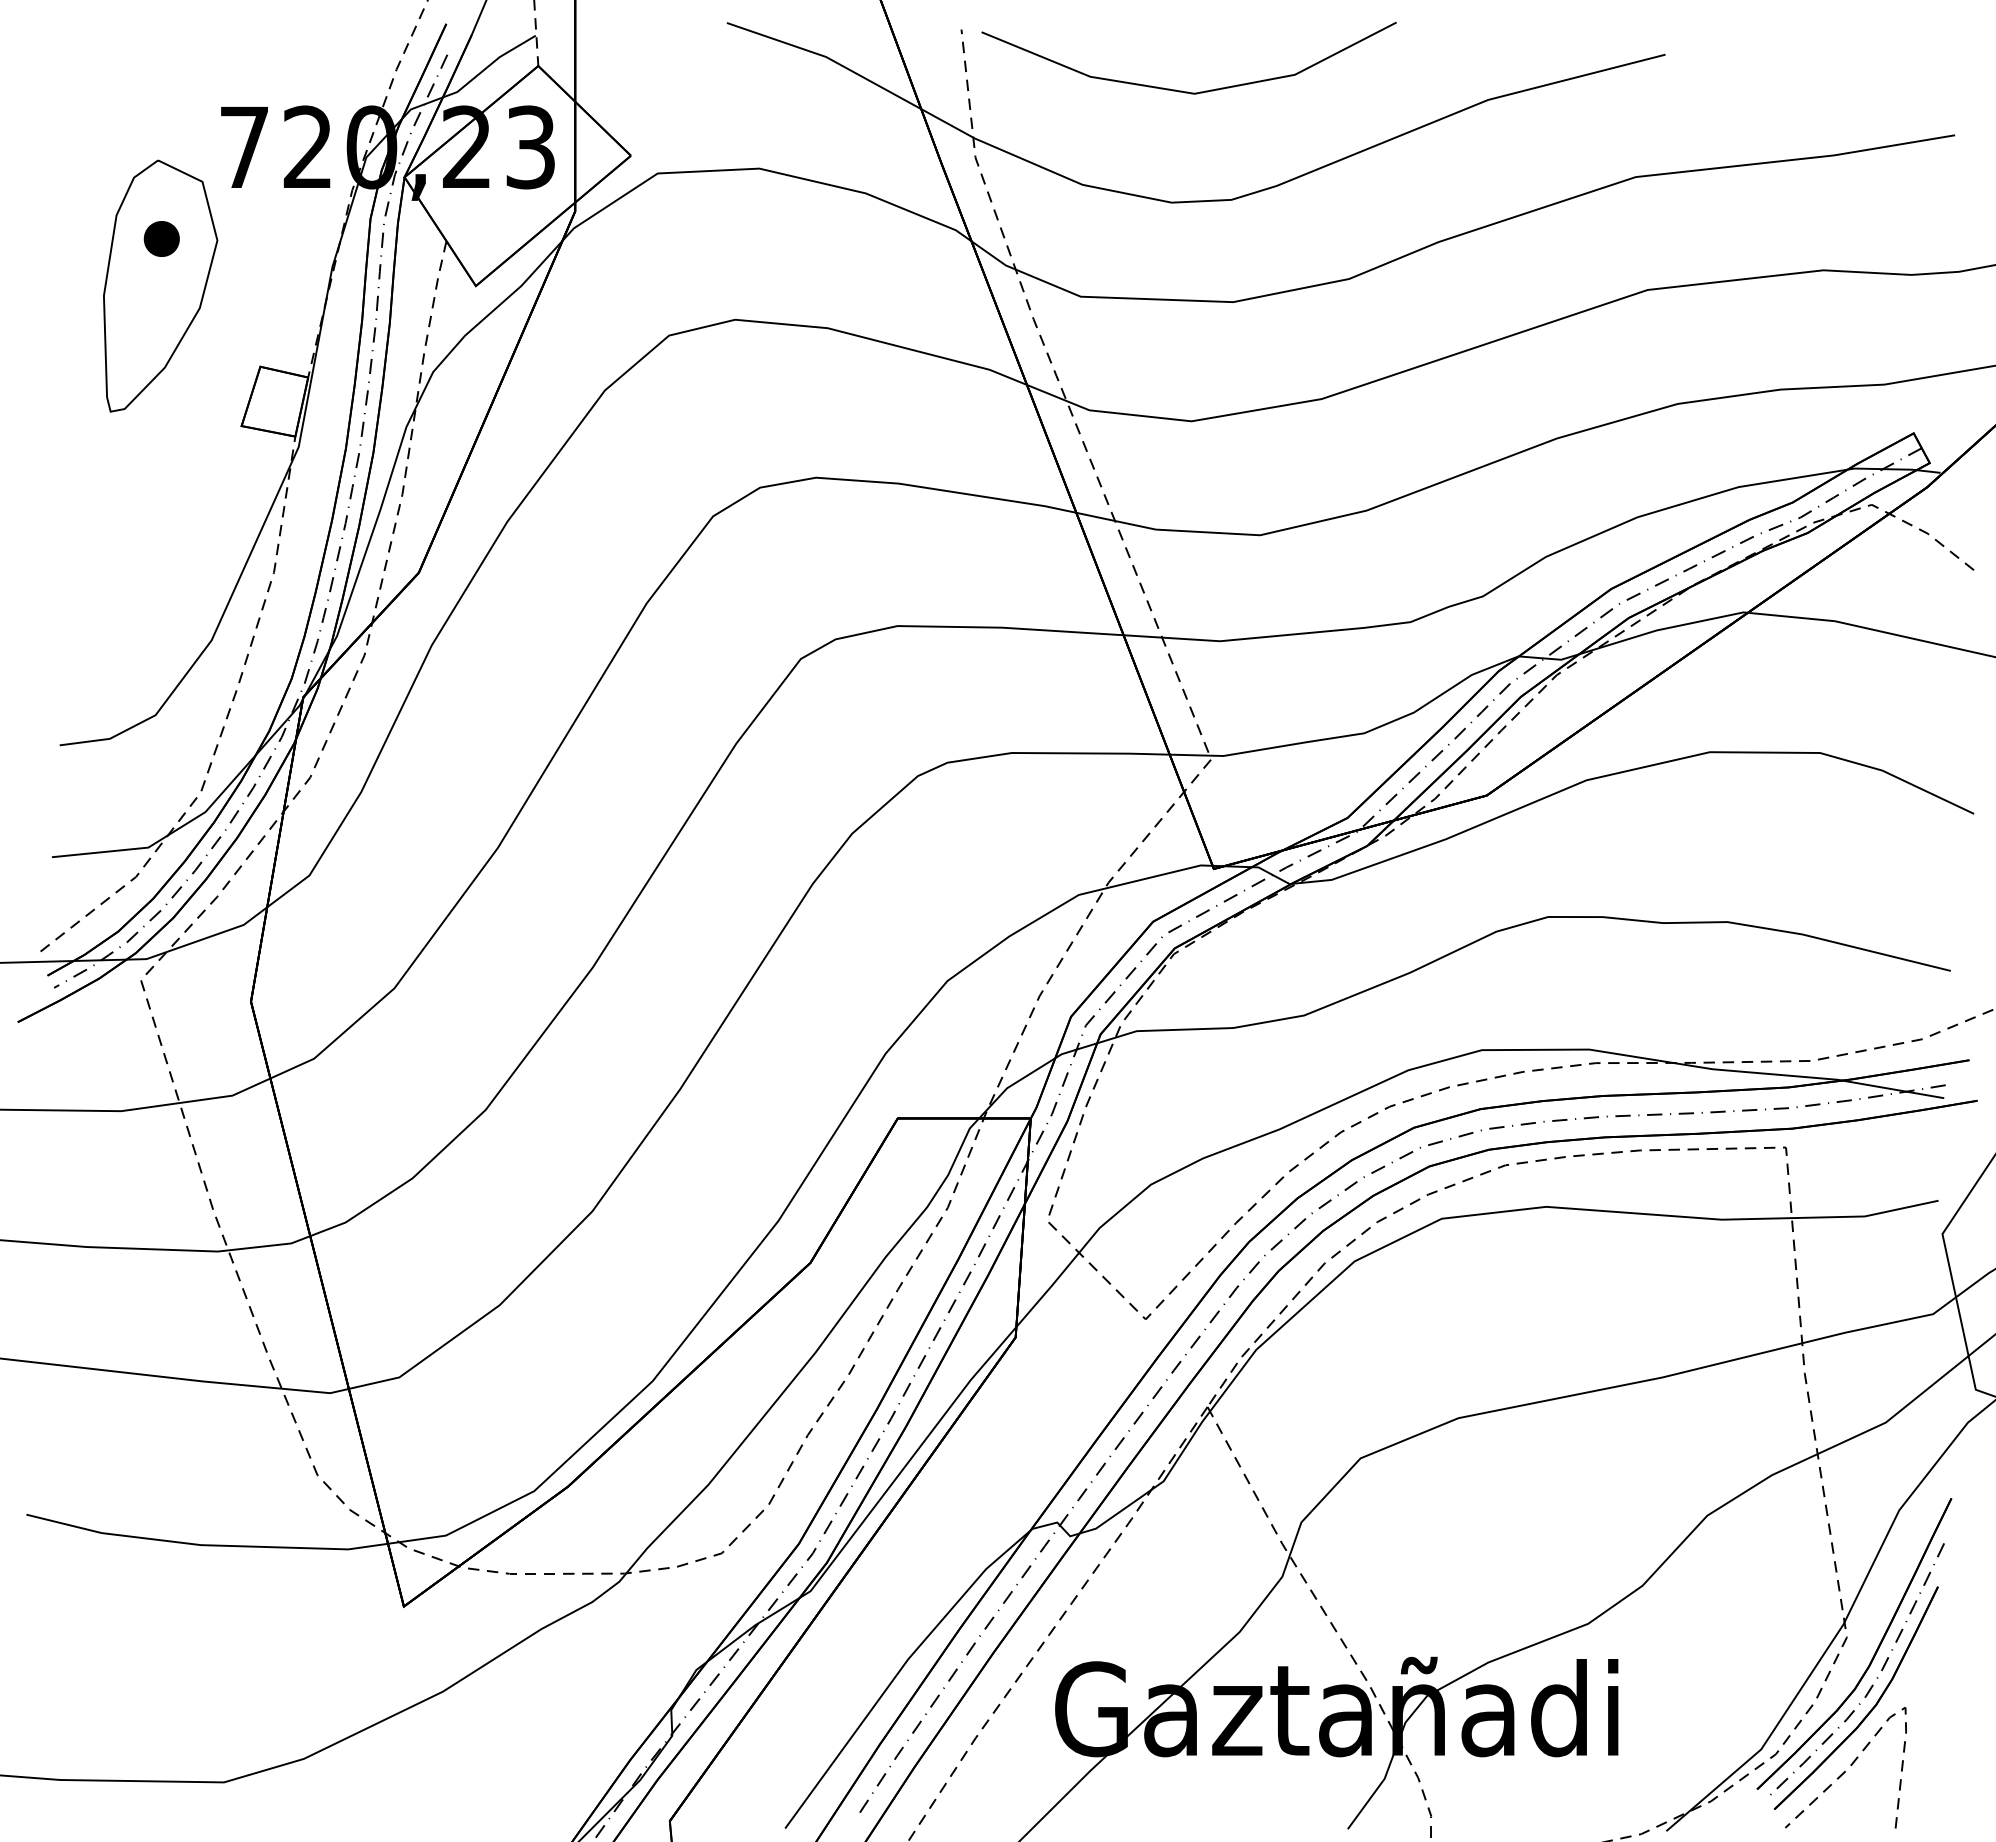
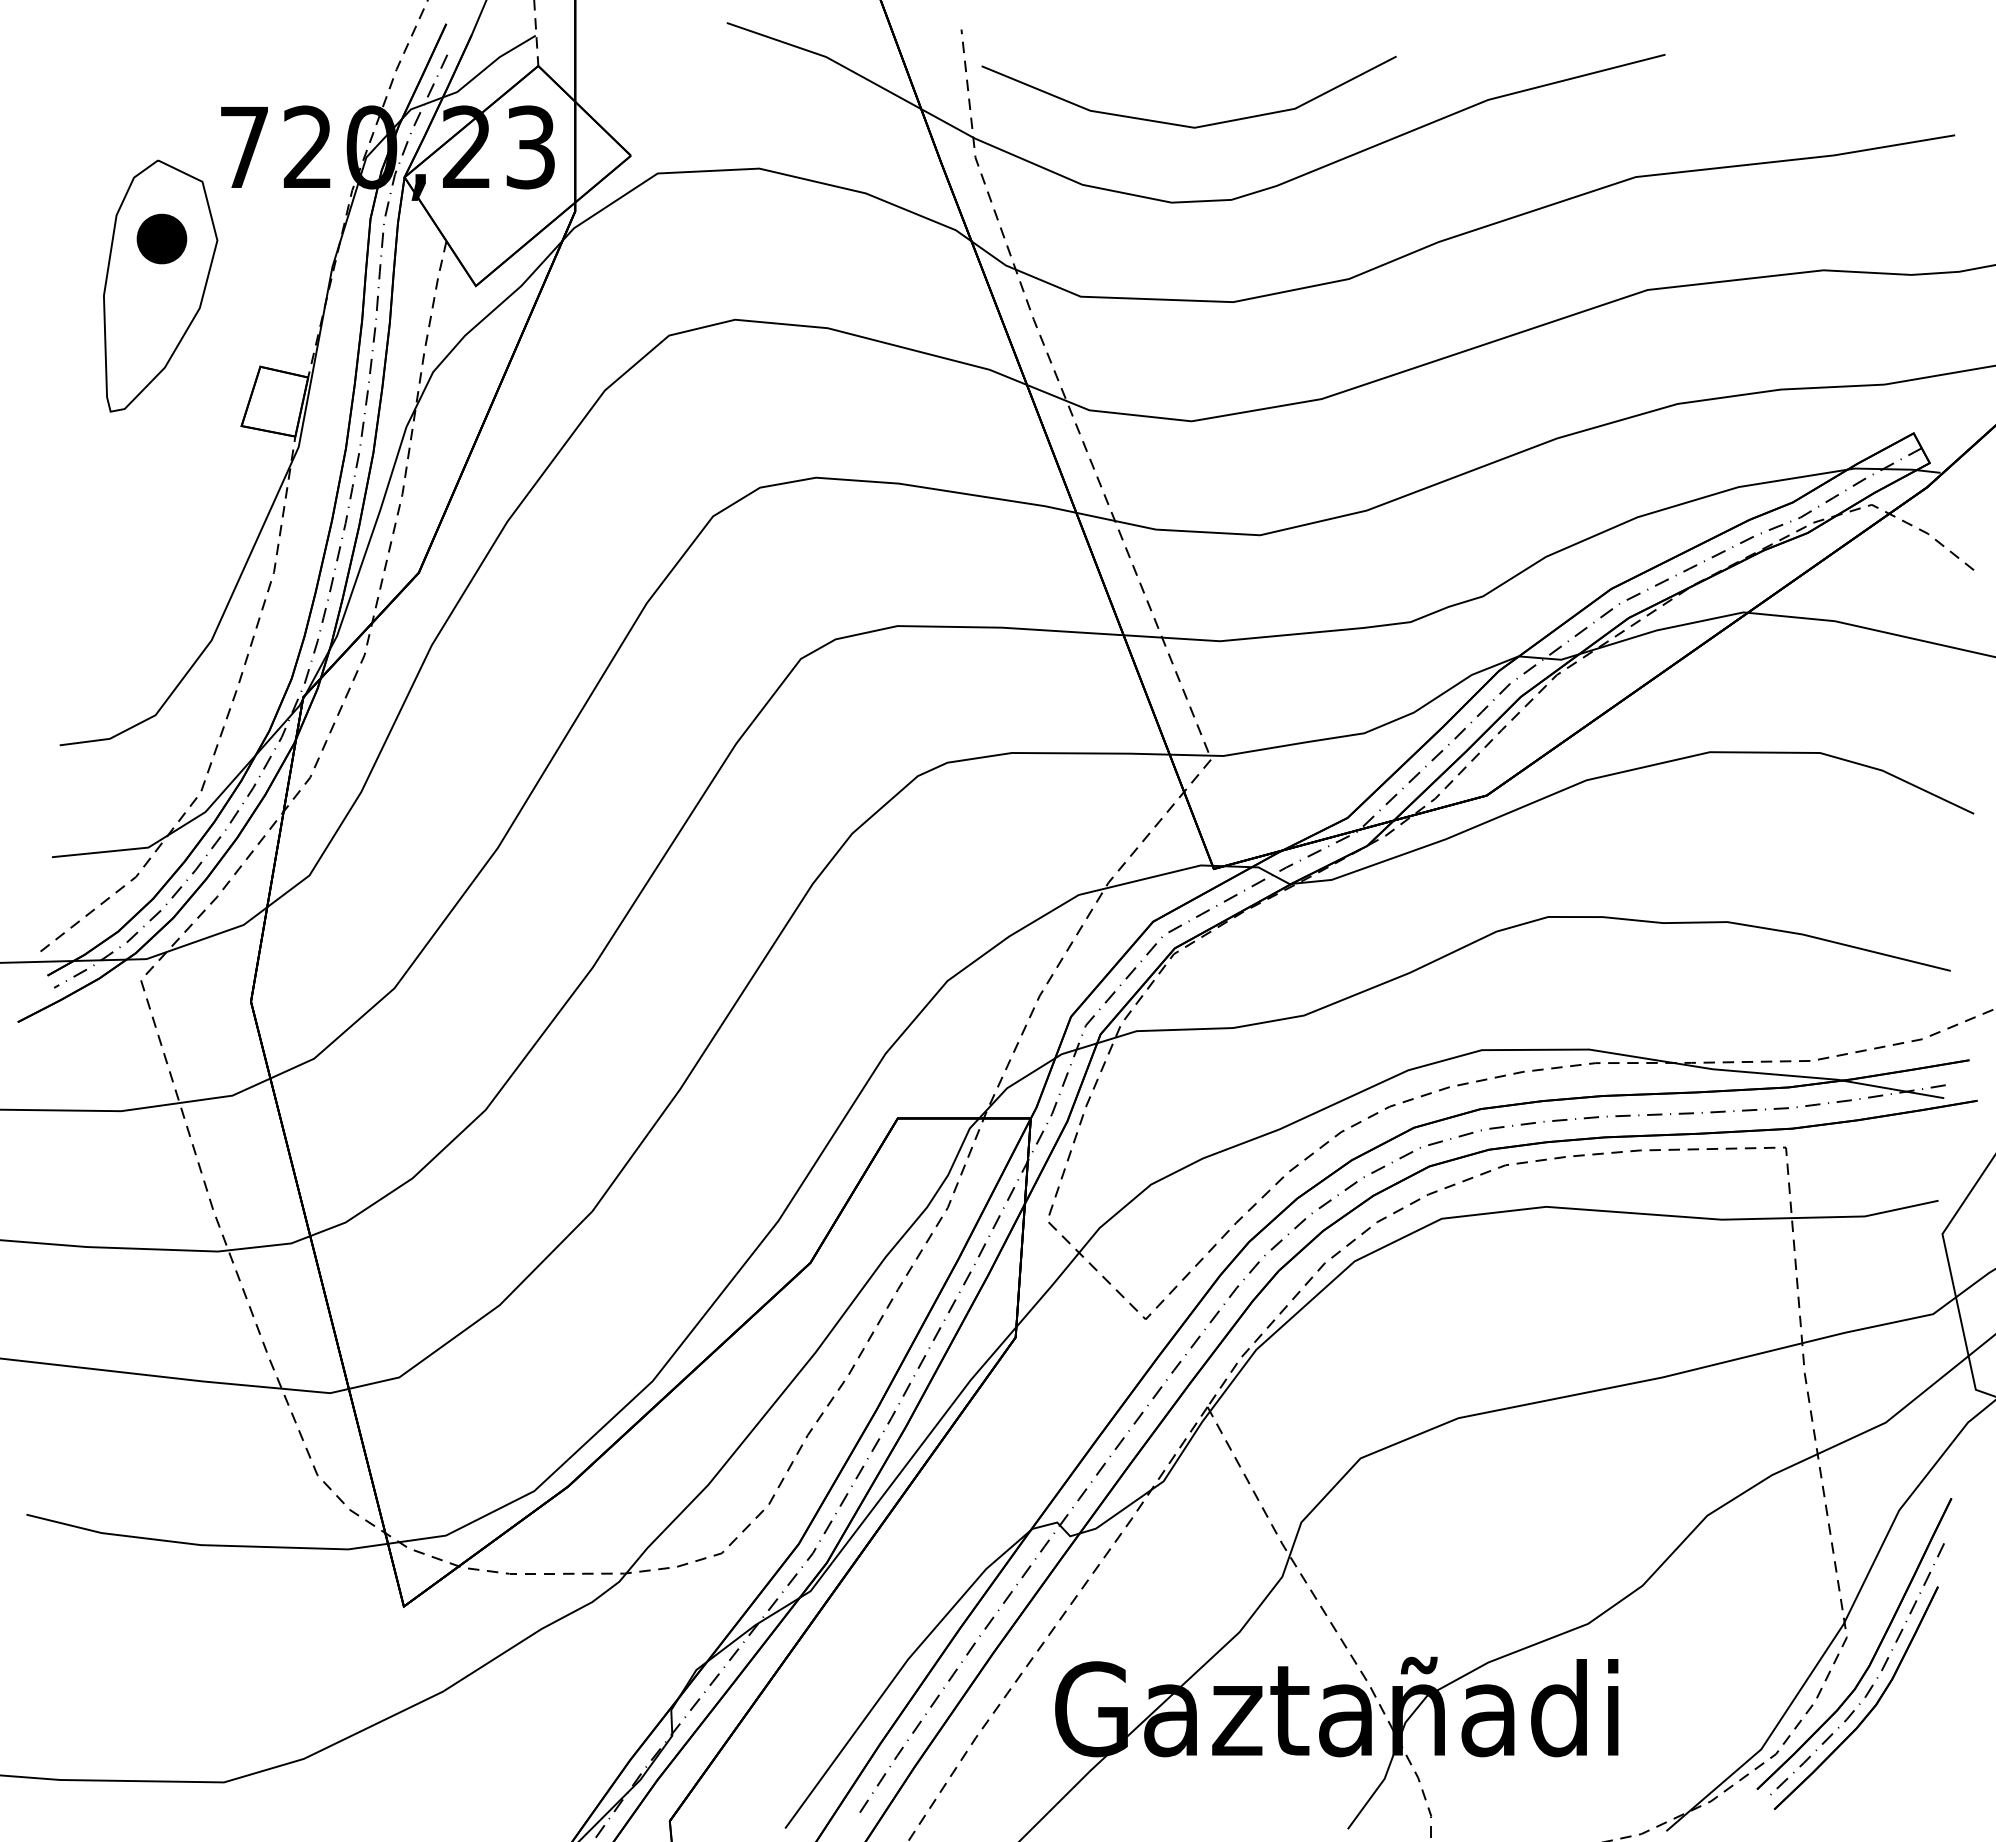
line at (1182, 90) position: (1182, 90) -> (1182, 124)
part at (161, 238) size: 37x36 px -> 52x52 px
curve at (1845, 1771): present -> none
